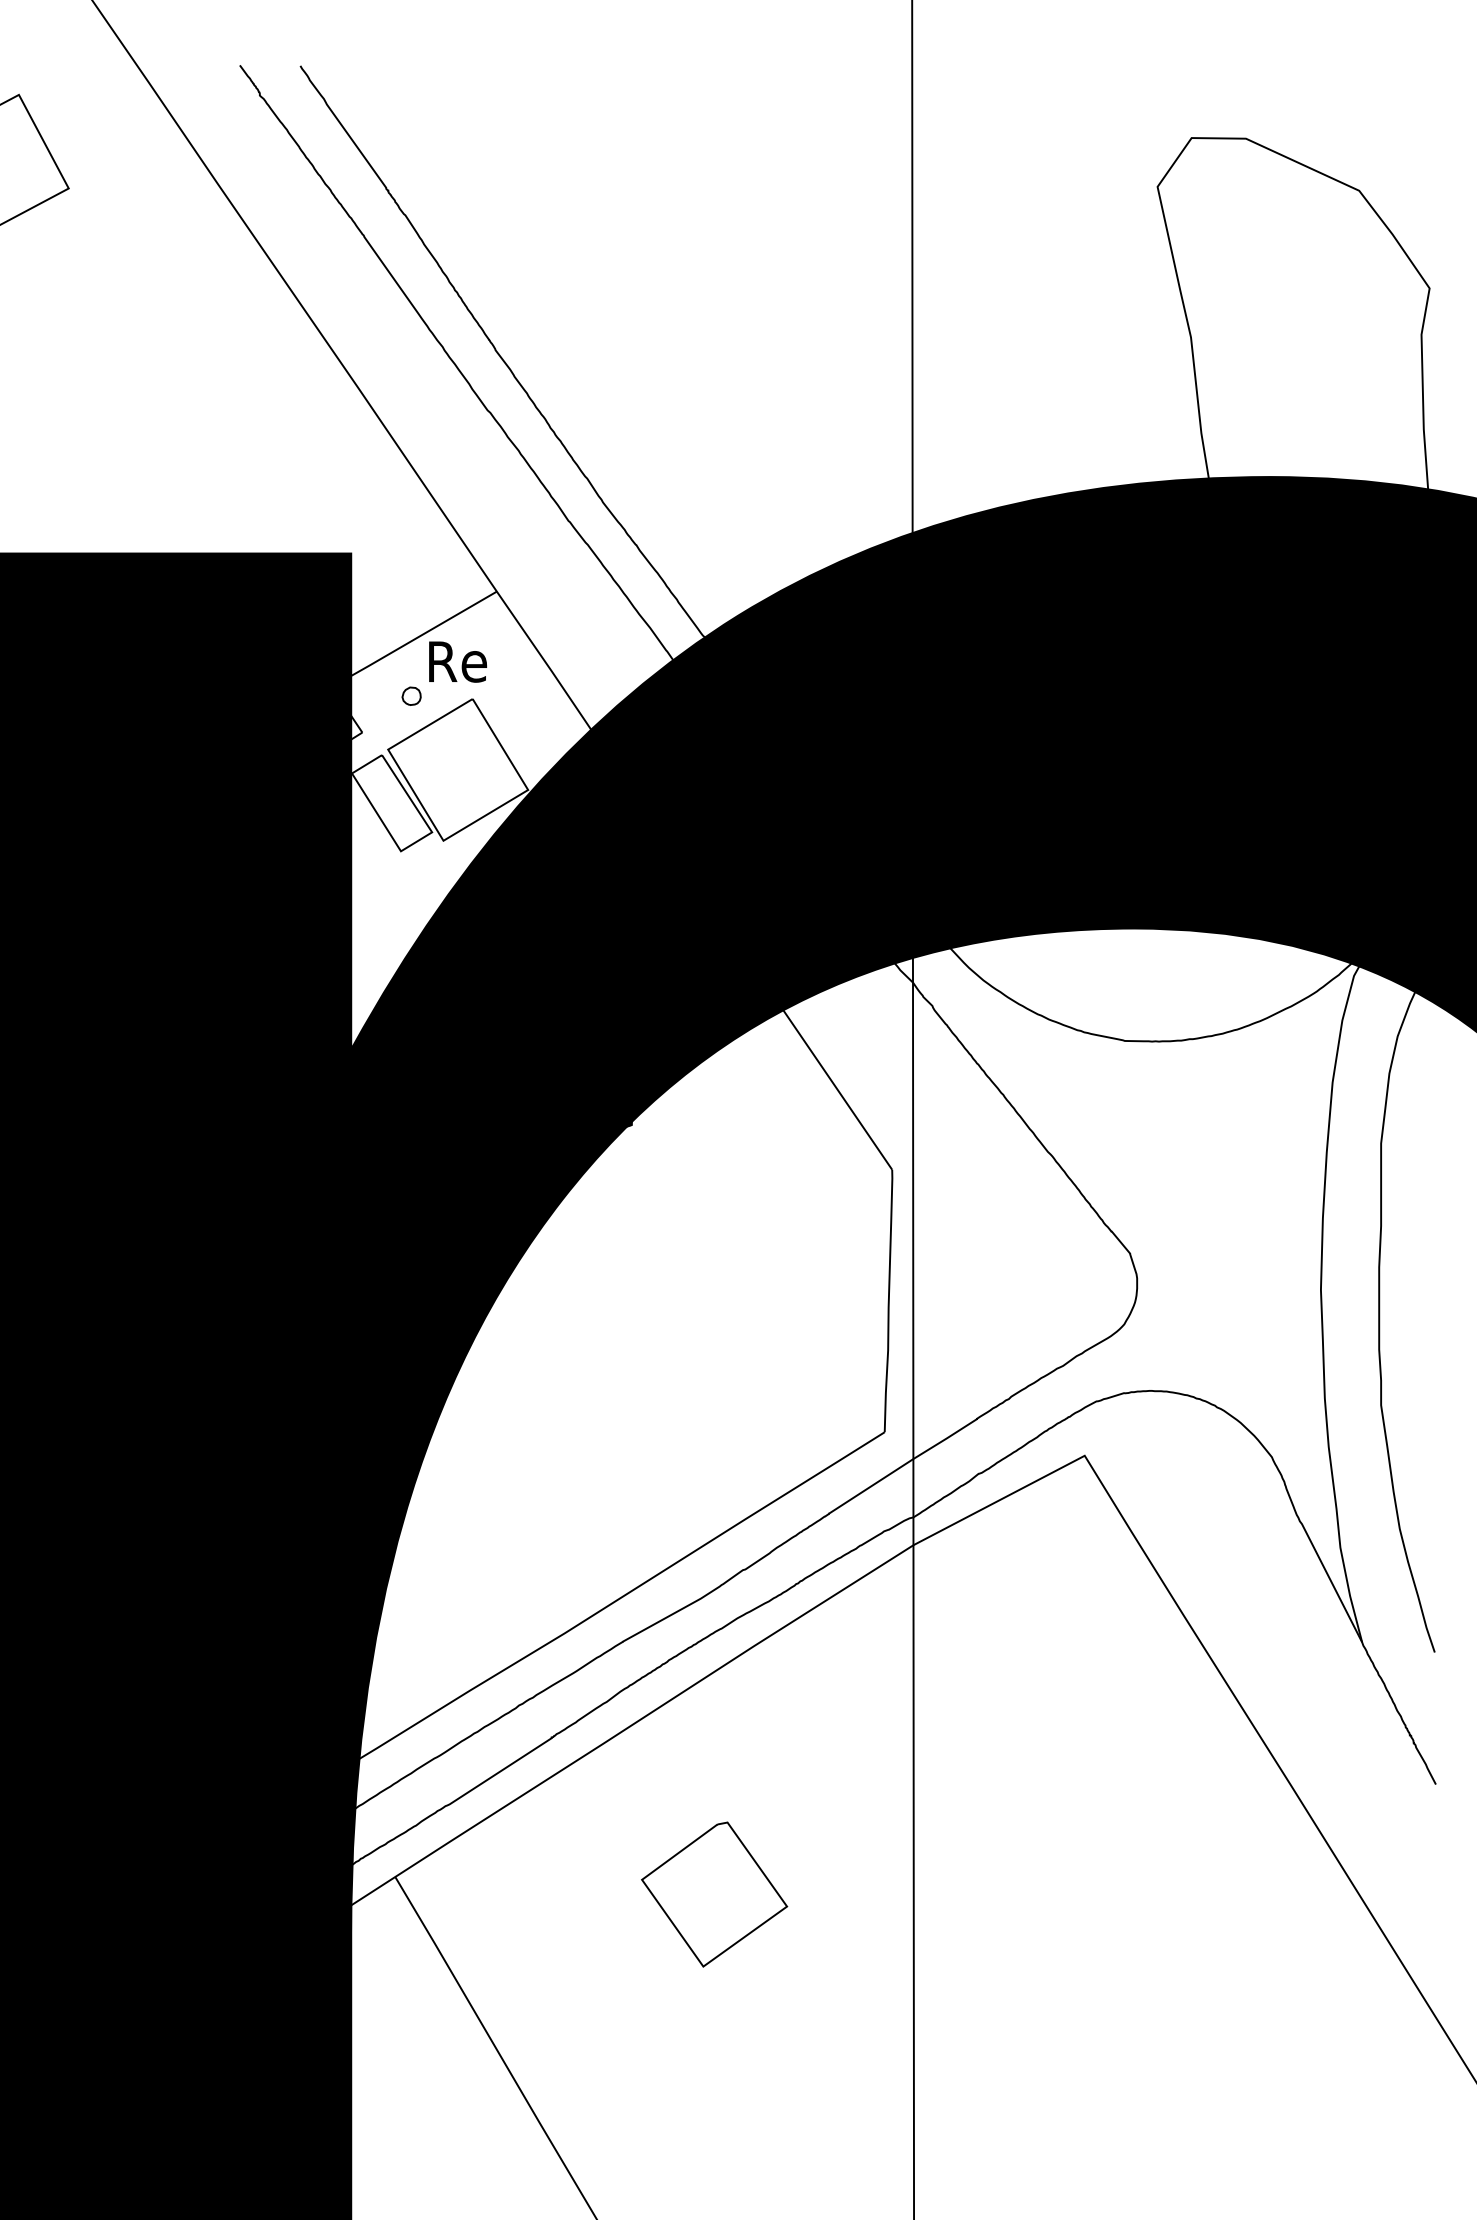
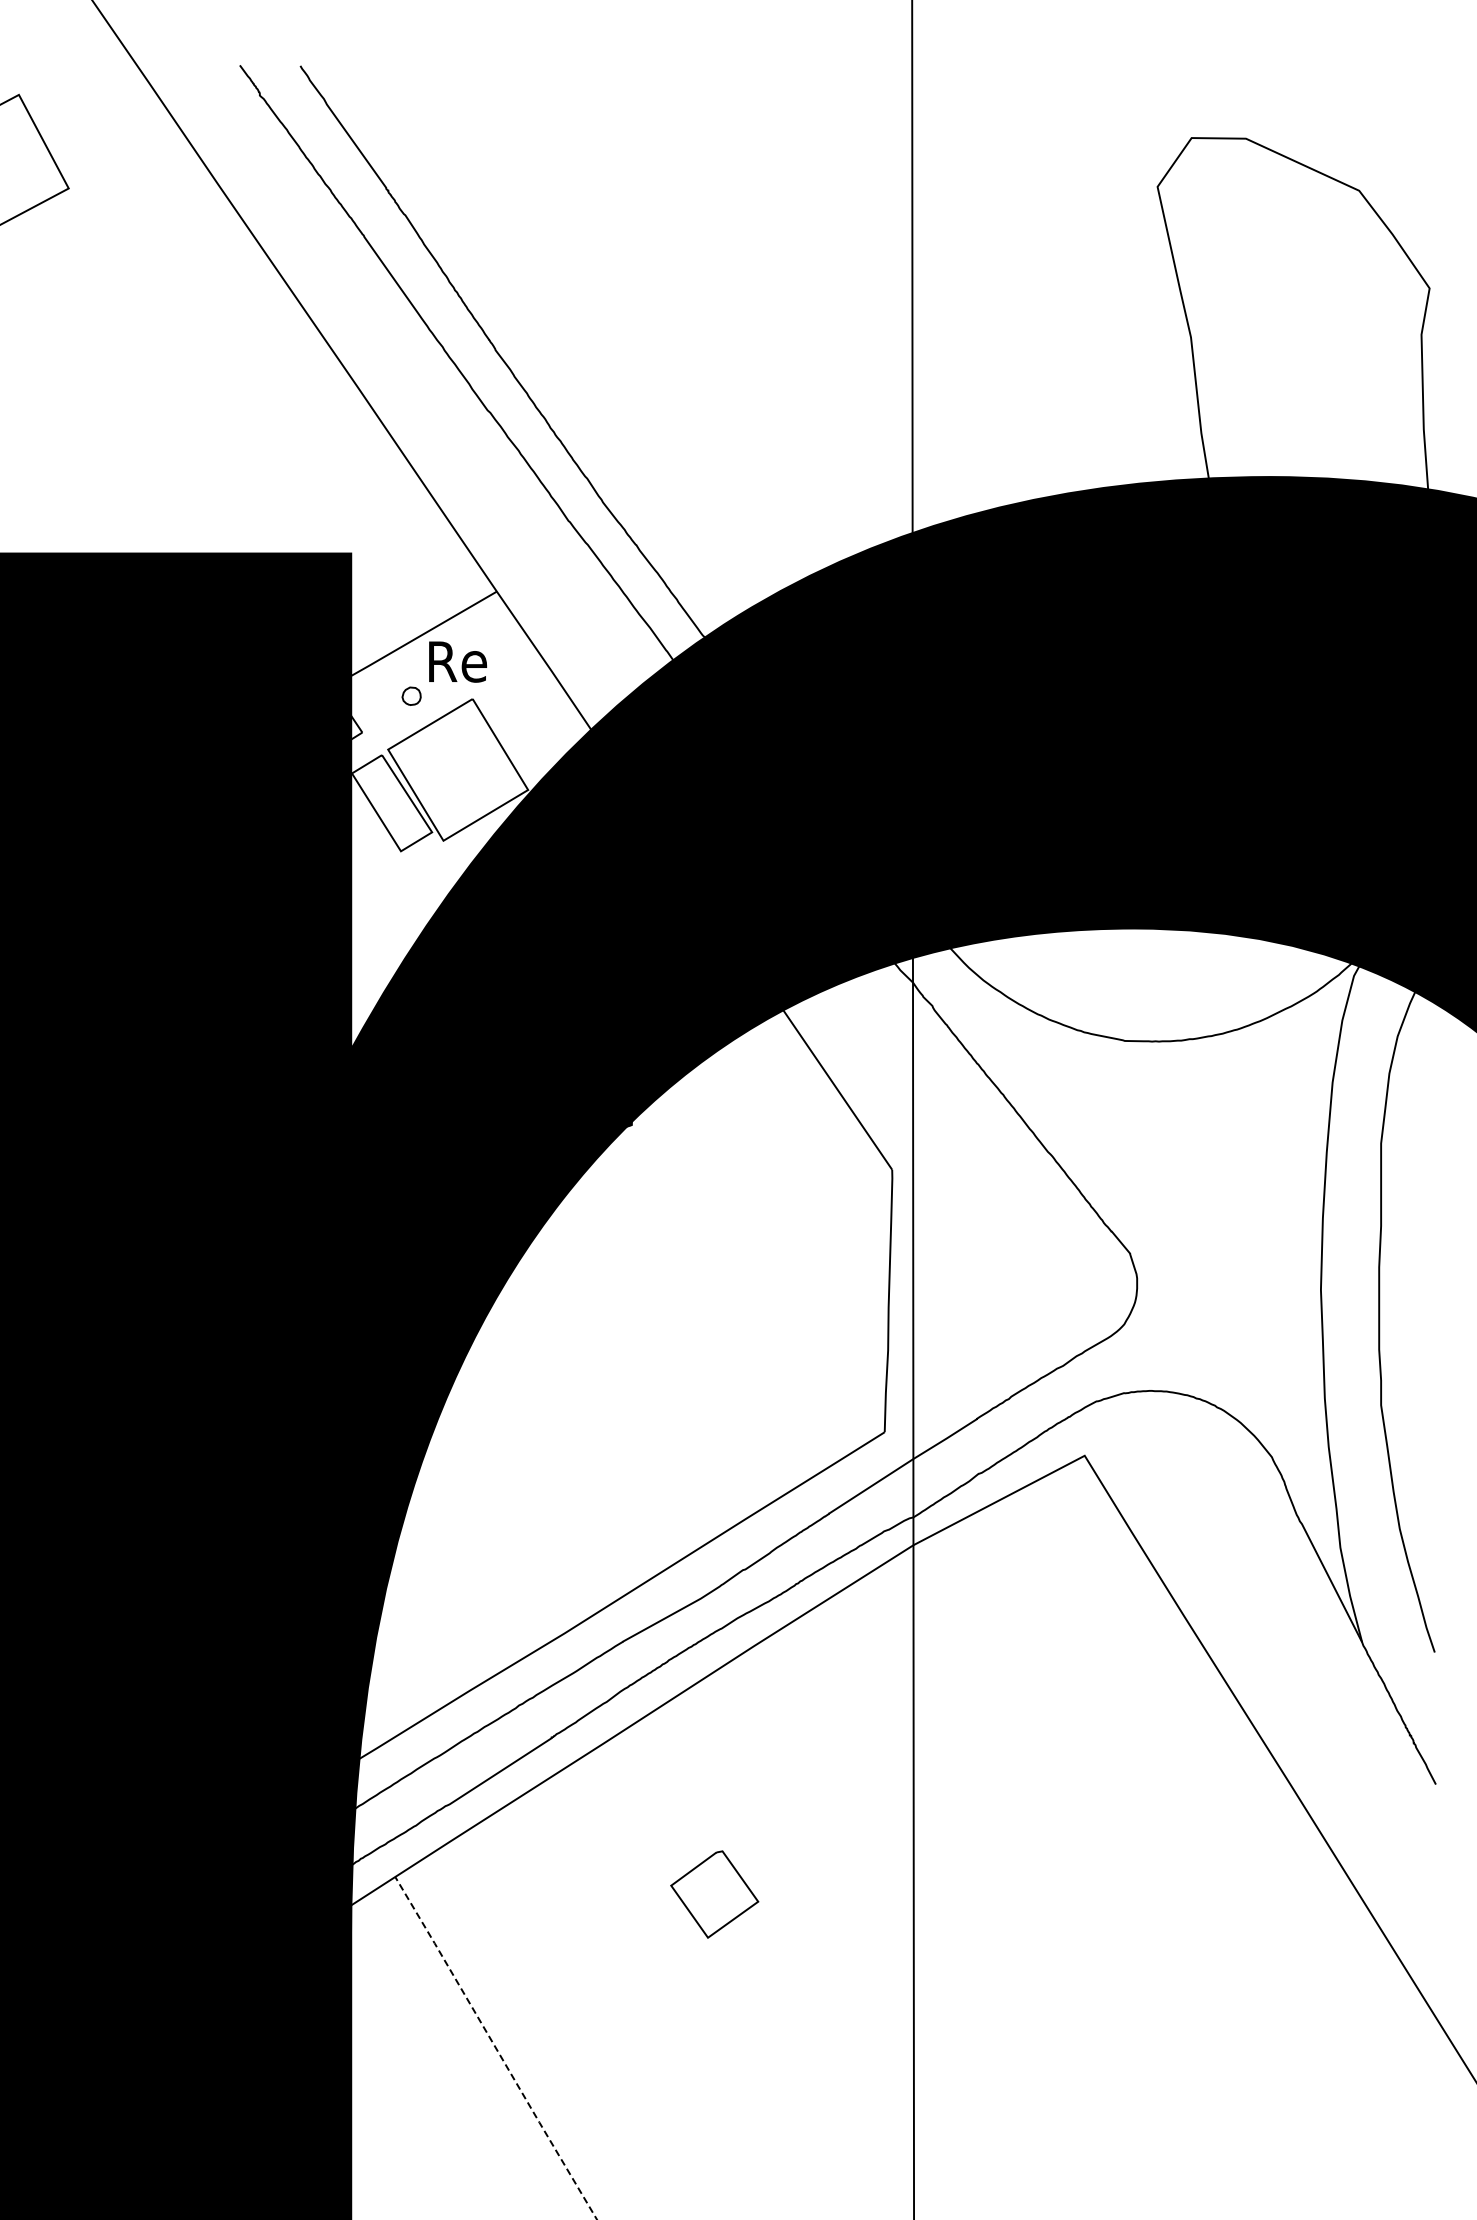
part at (714, 1894) size: 148x147 px -> 90x89 px
line at (495, 2047): solid -> dashed
